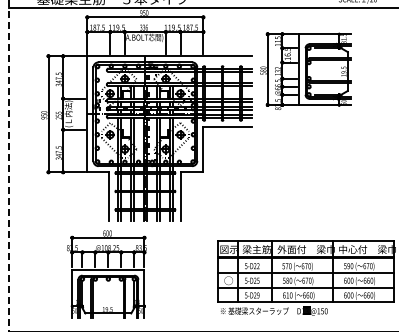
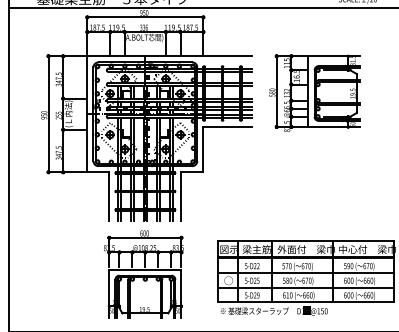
part at (305, 70) position: (305, 70) -> (314, 92)
line at (8, 166): dashed -> solid
part at (106, 274) position: (106, 274) -> (143, 274)
